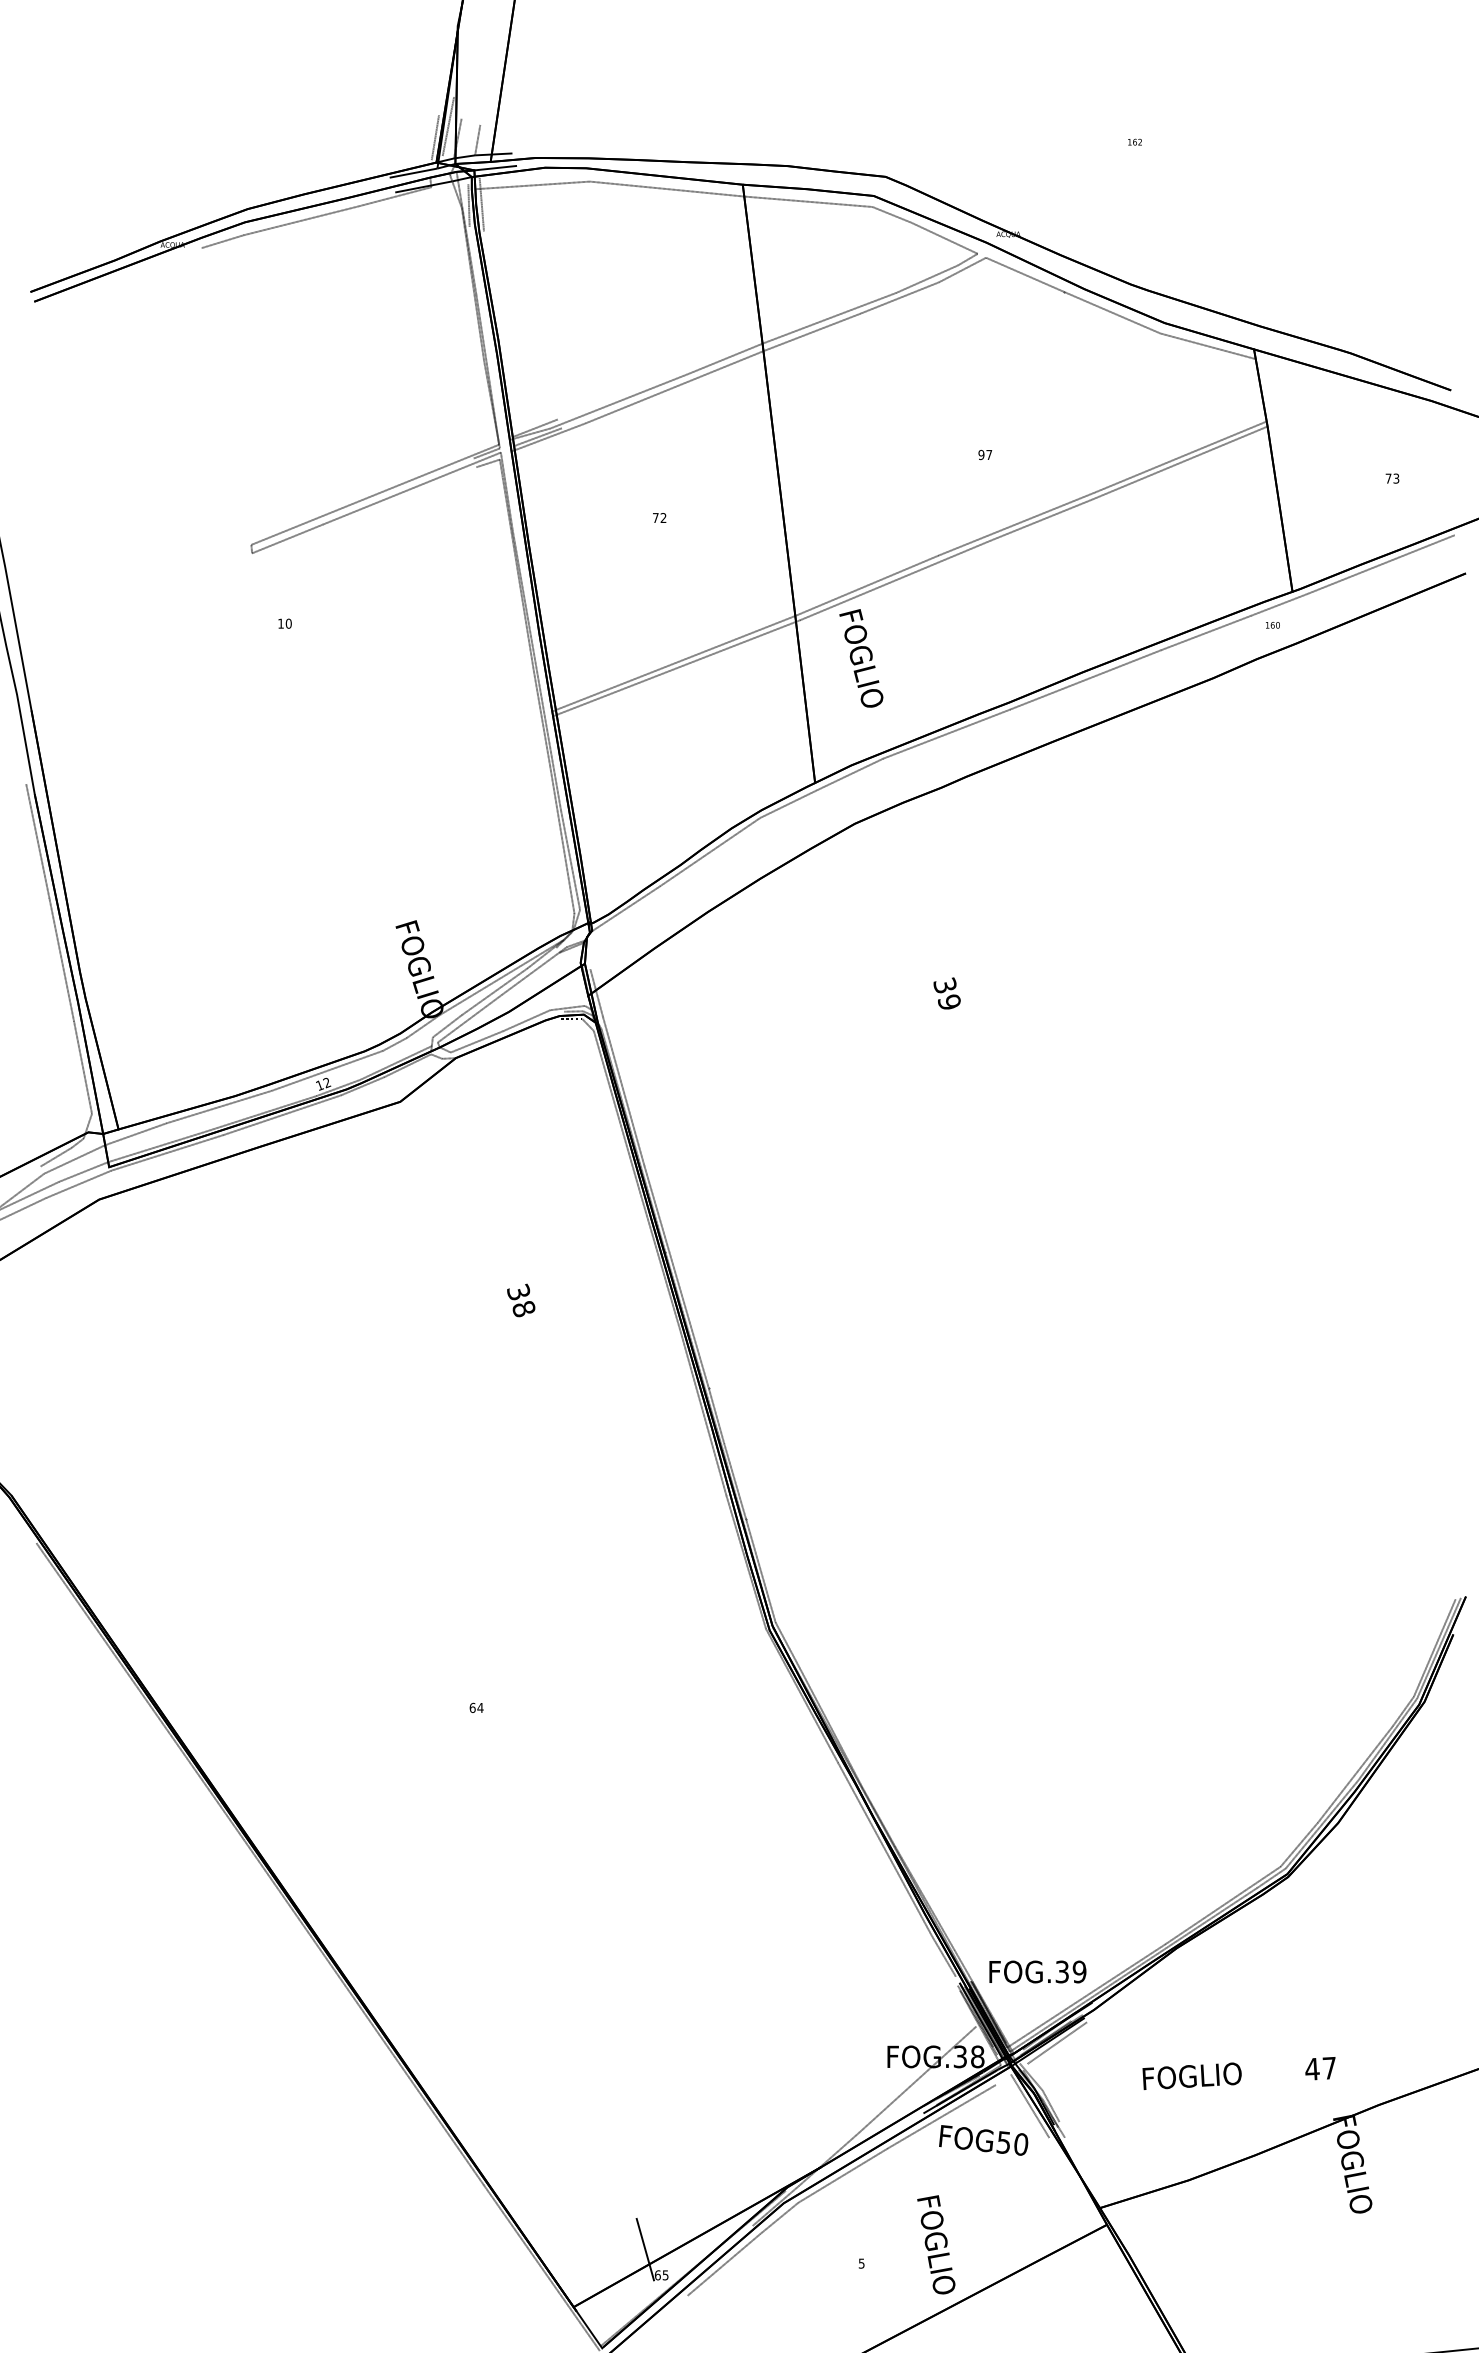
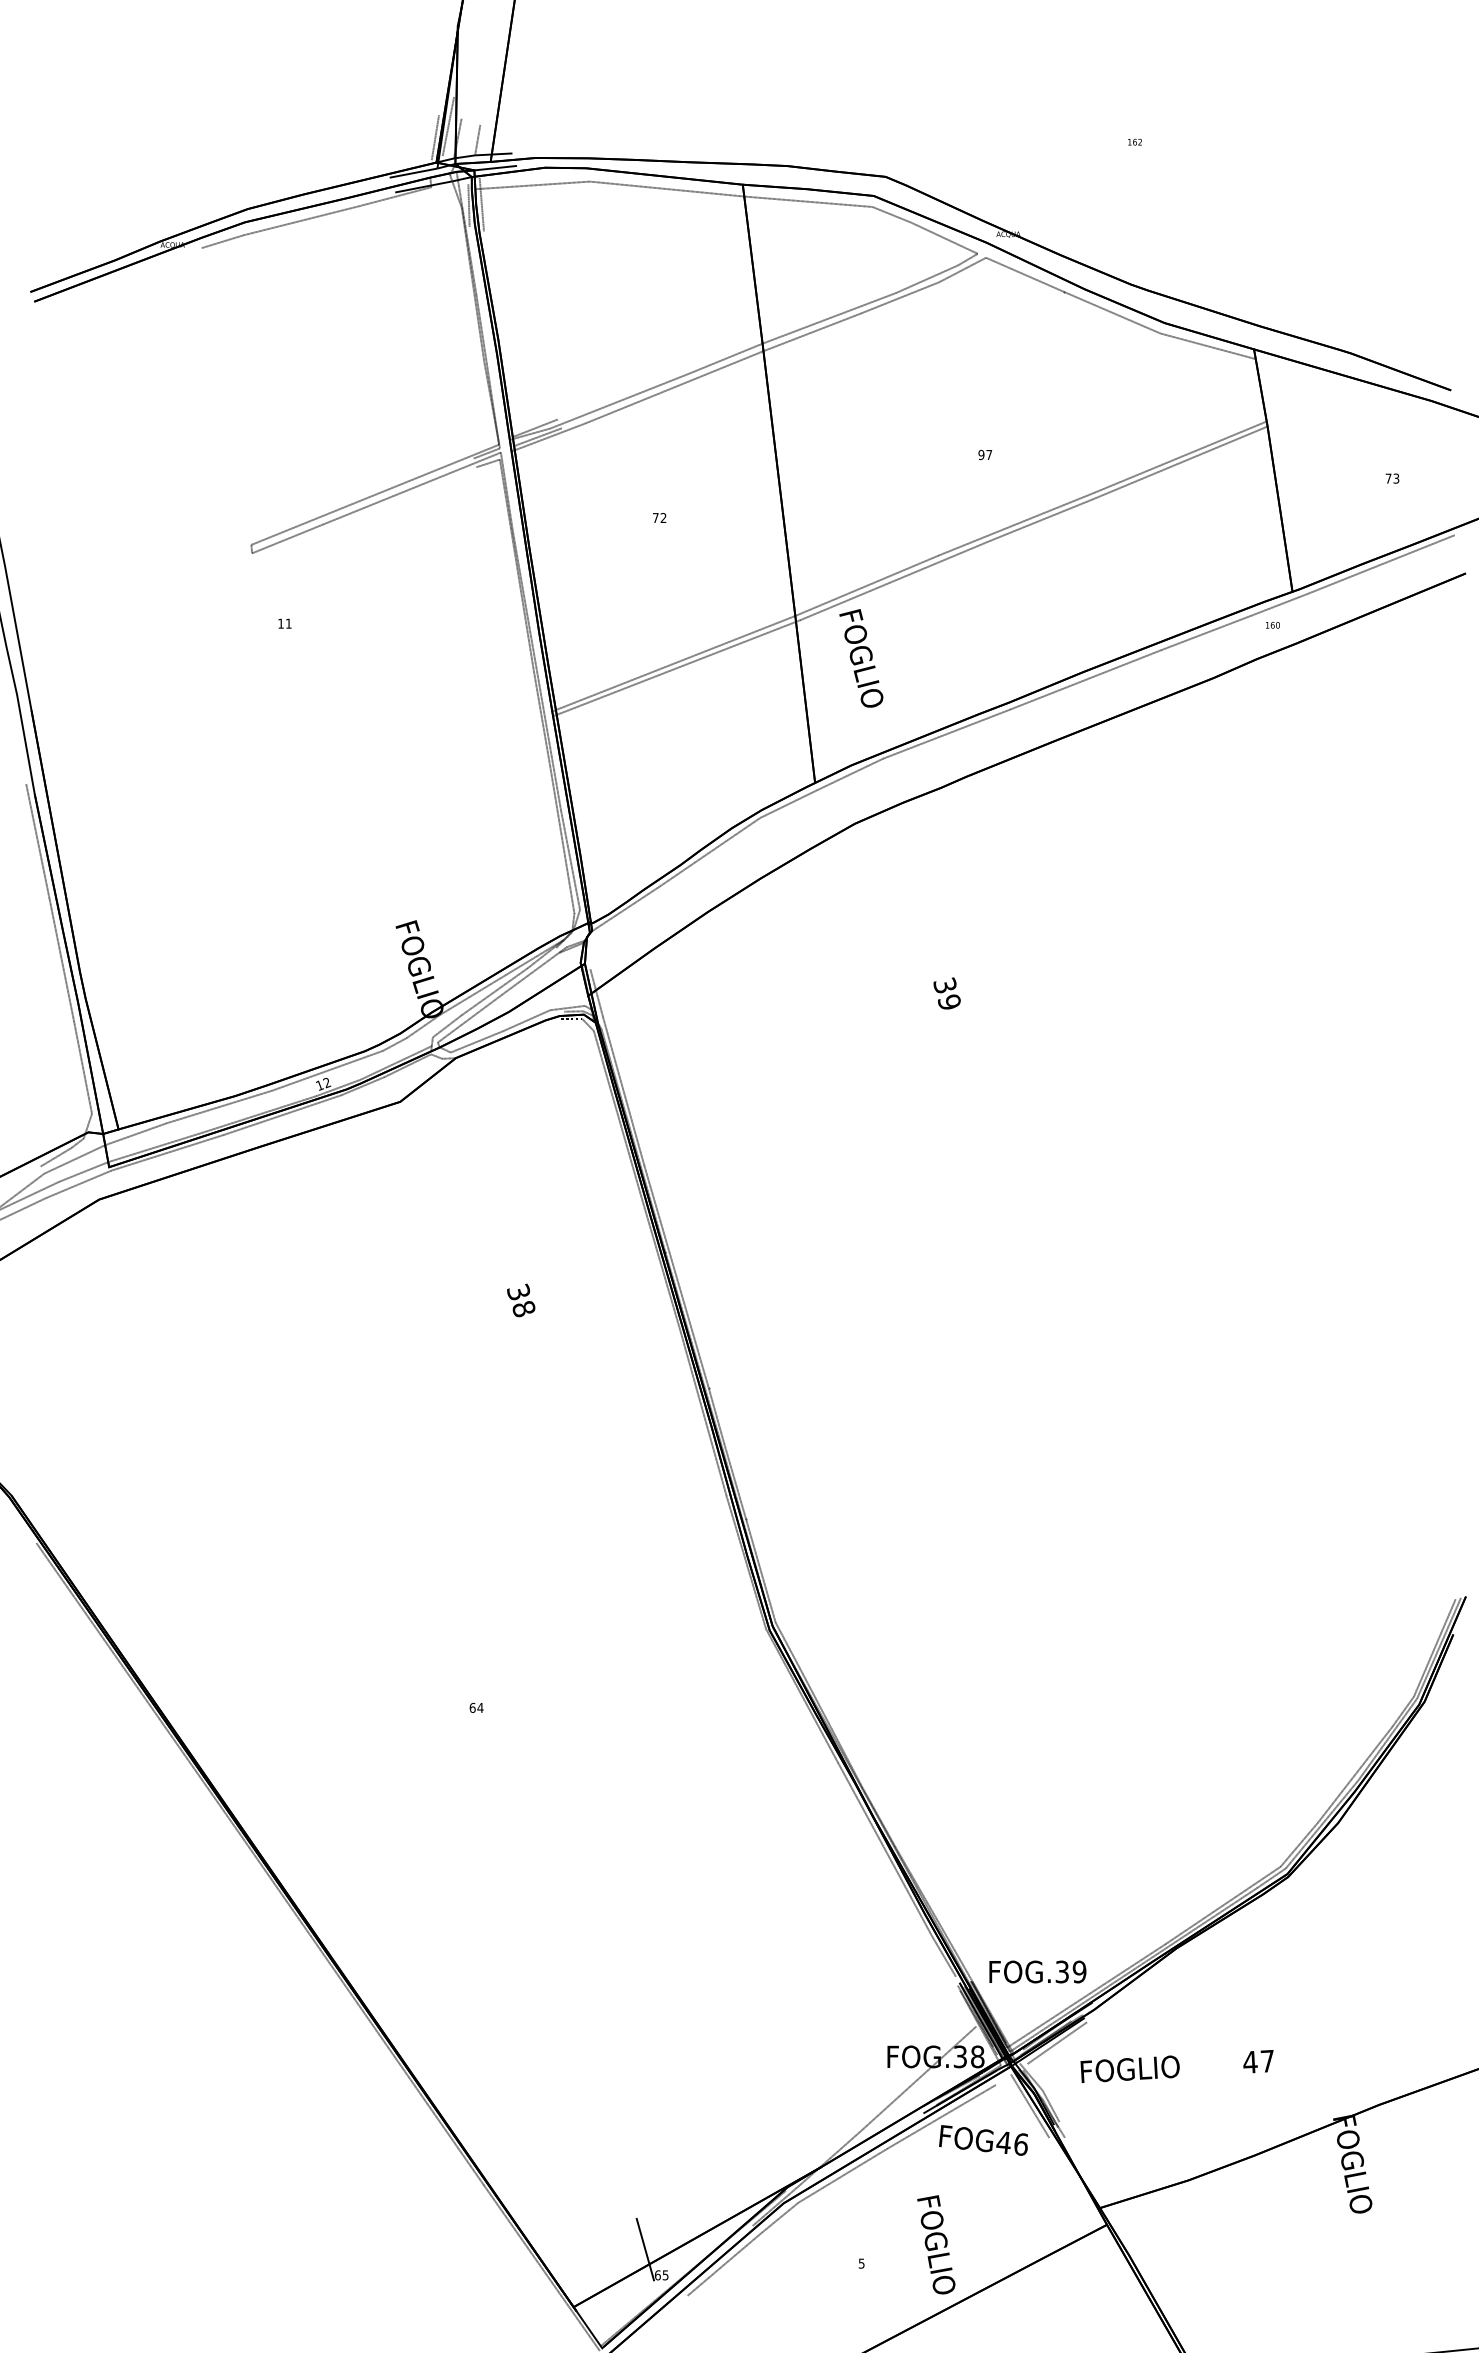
text at (288, 623): 10 -> 11
text at (1238, 2073) position: (1238, 2073) -> (1176, 2066)
text at (1012, 2143): FOG50 -> FOG46
